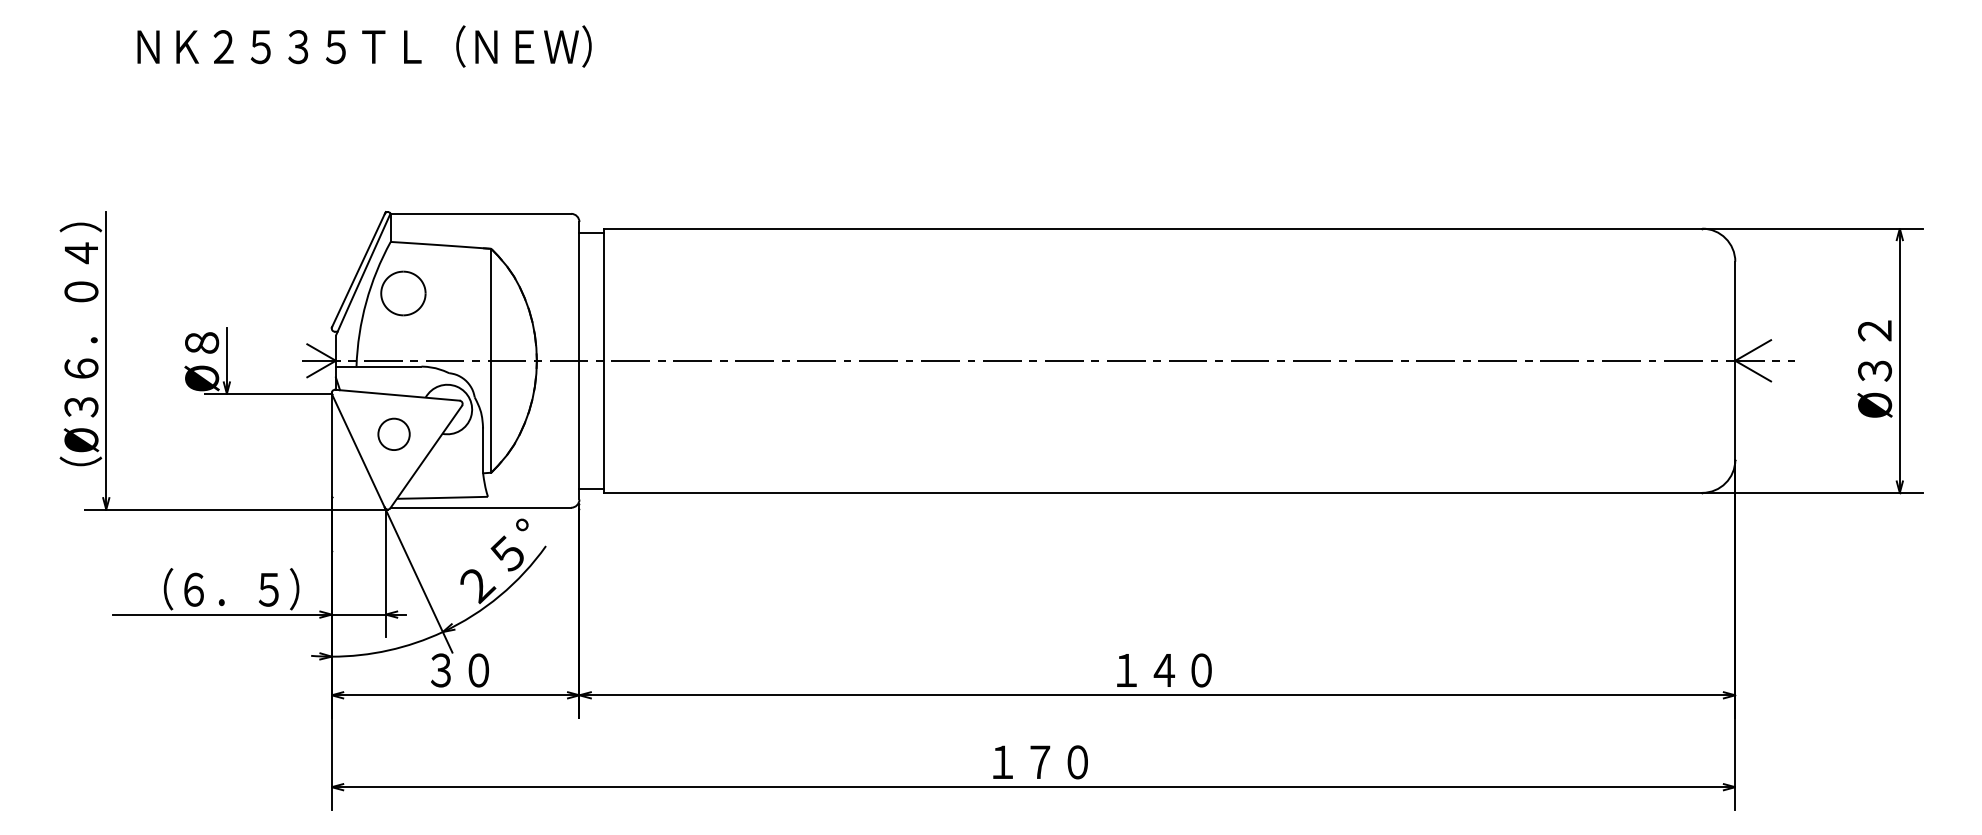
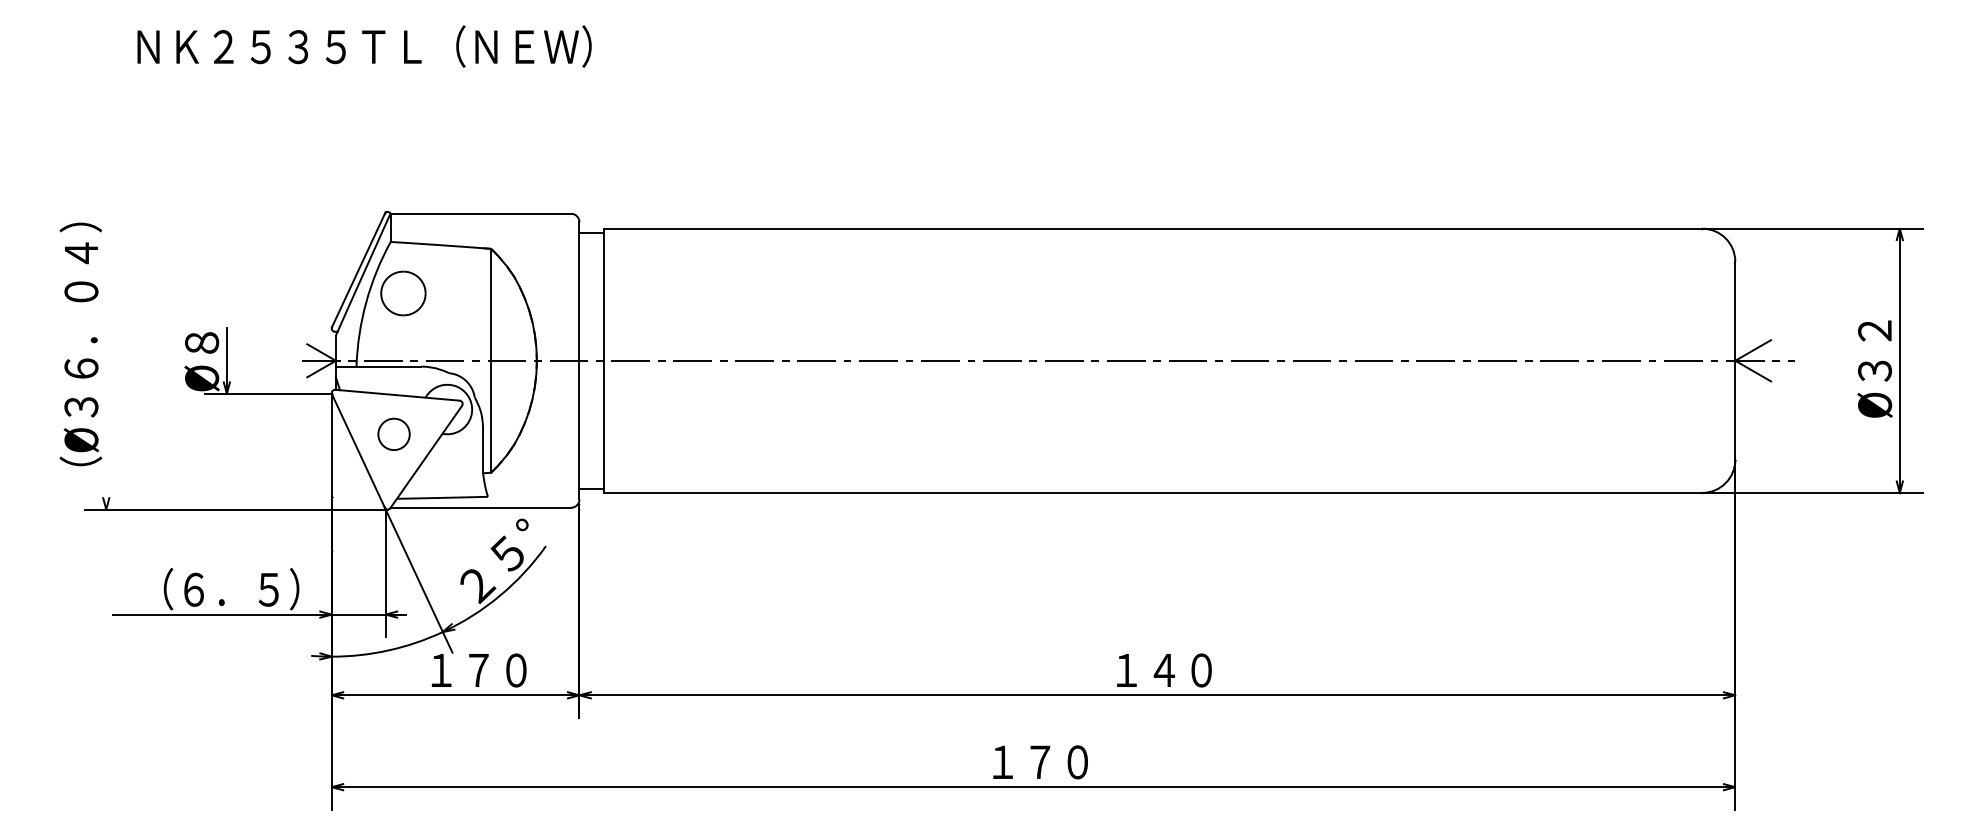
line at (106, 360): present -> none
text at (478, 670): ３０ -> １７０
